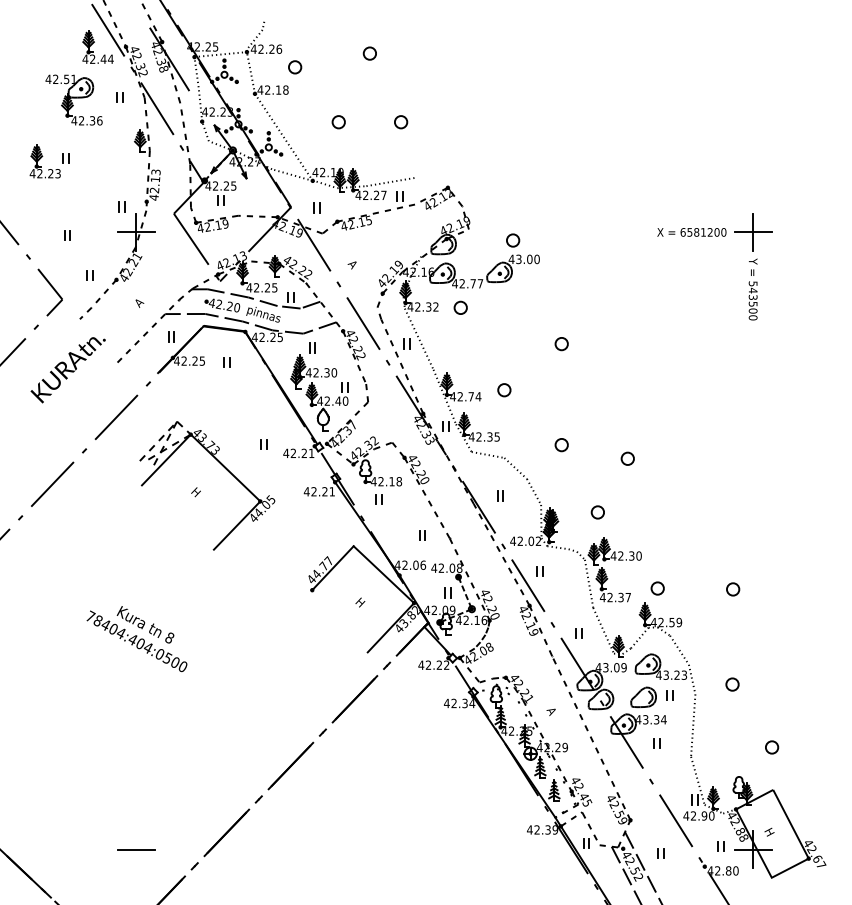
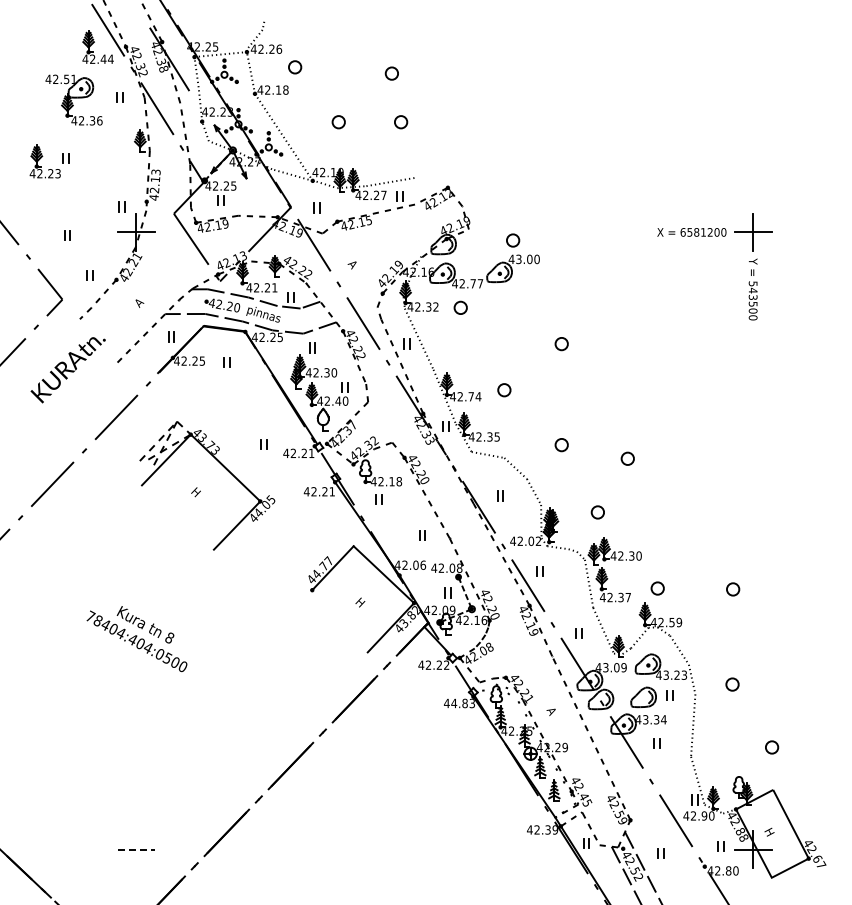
circle at (369, 53) position: (369, 53) -> (391, 73)
text at (274, 287): 42.25 -> 42.21
text at (463, 703): 42.34 -> 44.83
line at (136, 849): solid -> dashed
